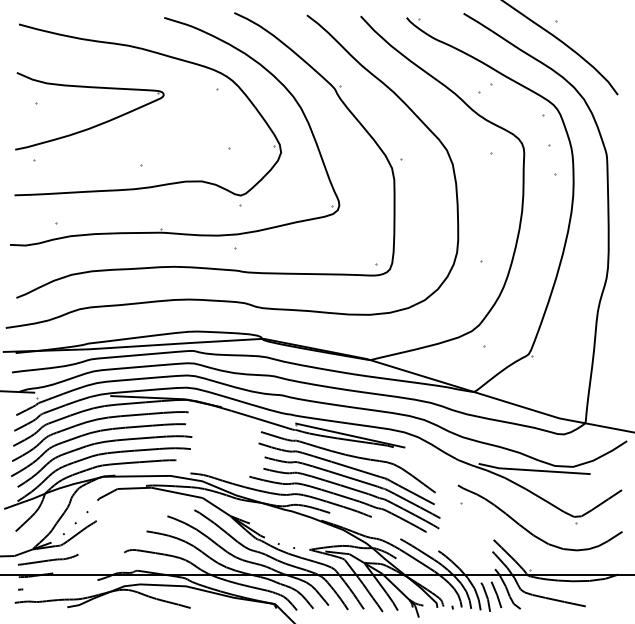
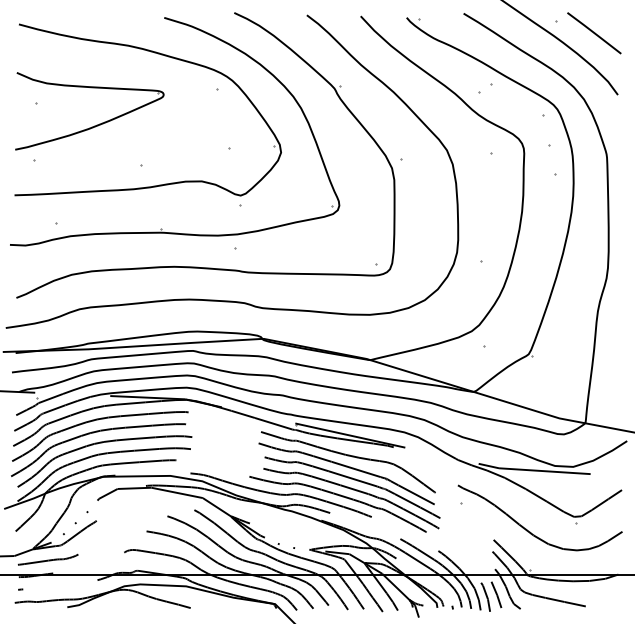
line at (594, 33): none -> present
